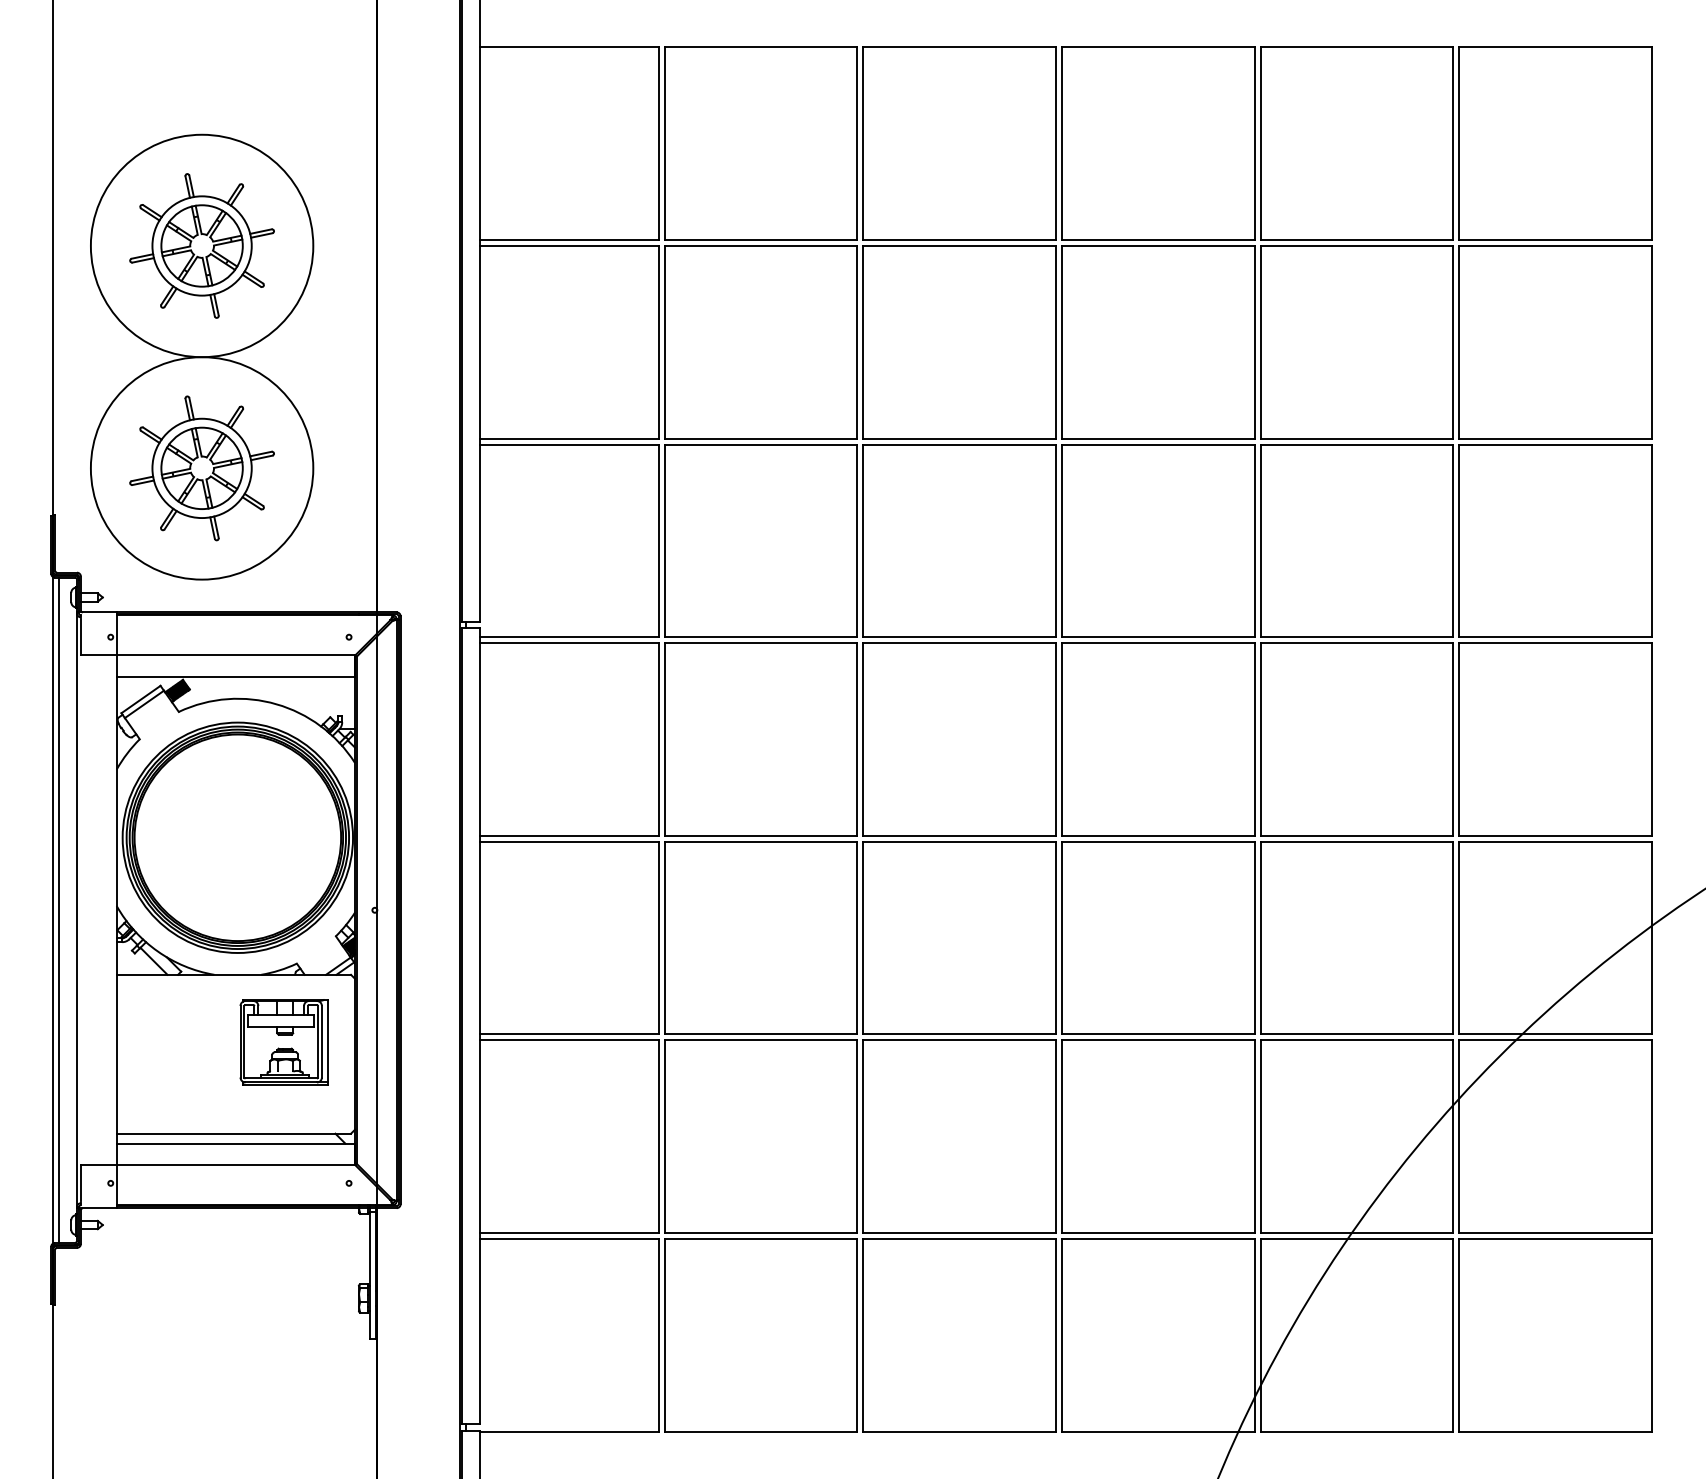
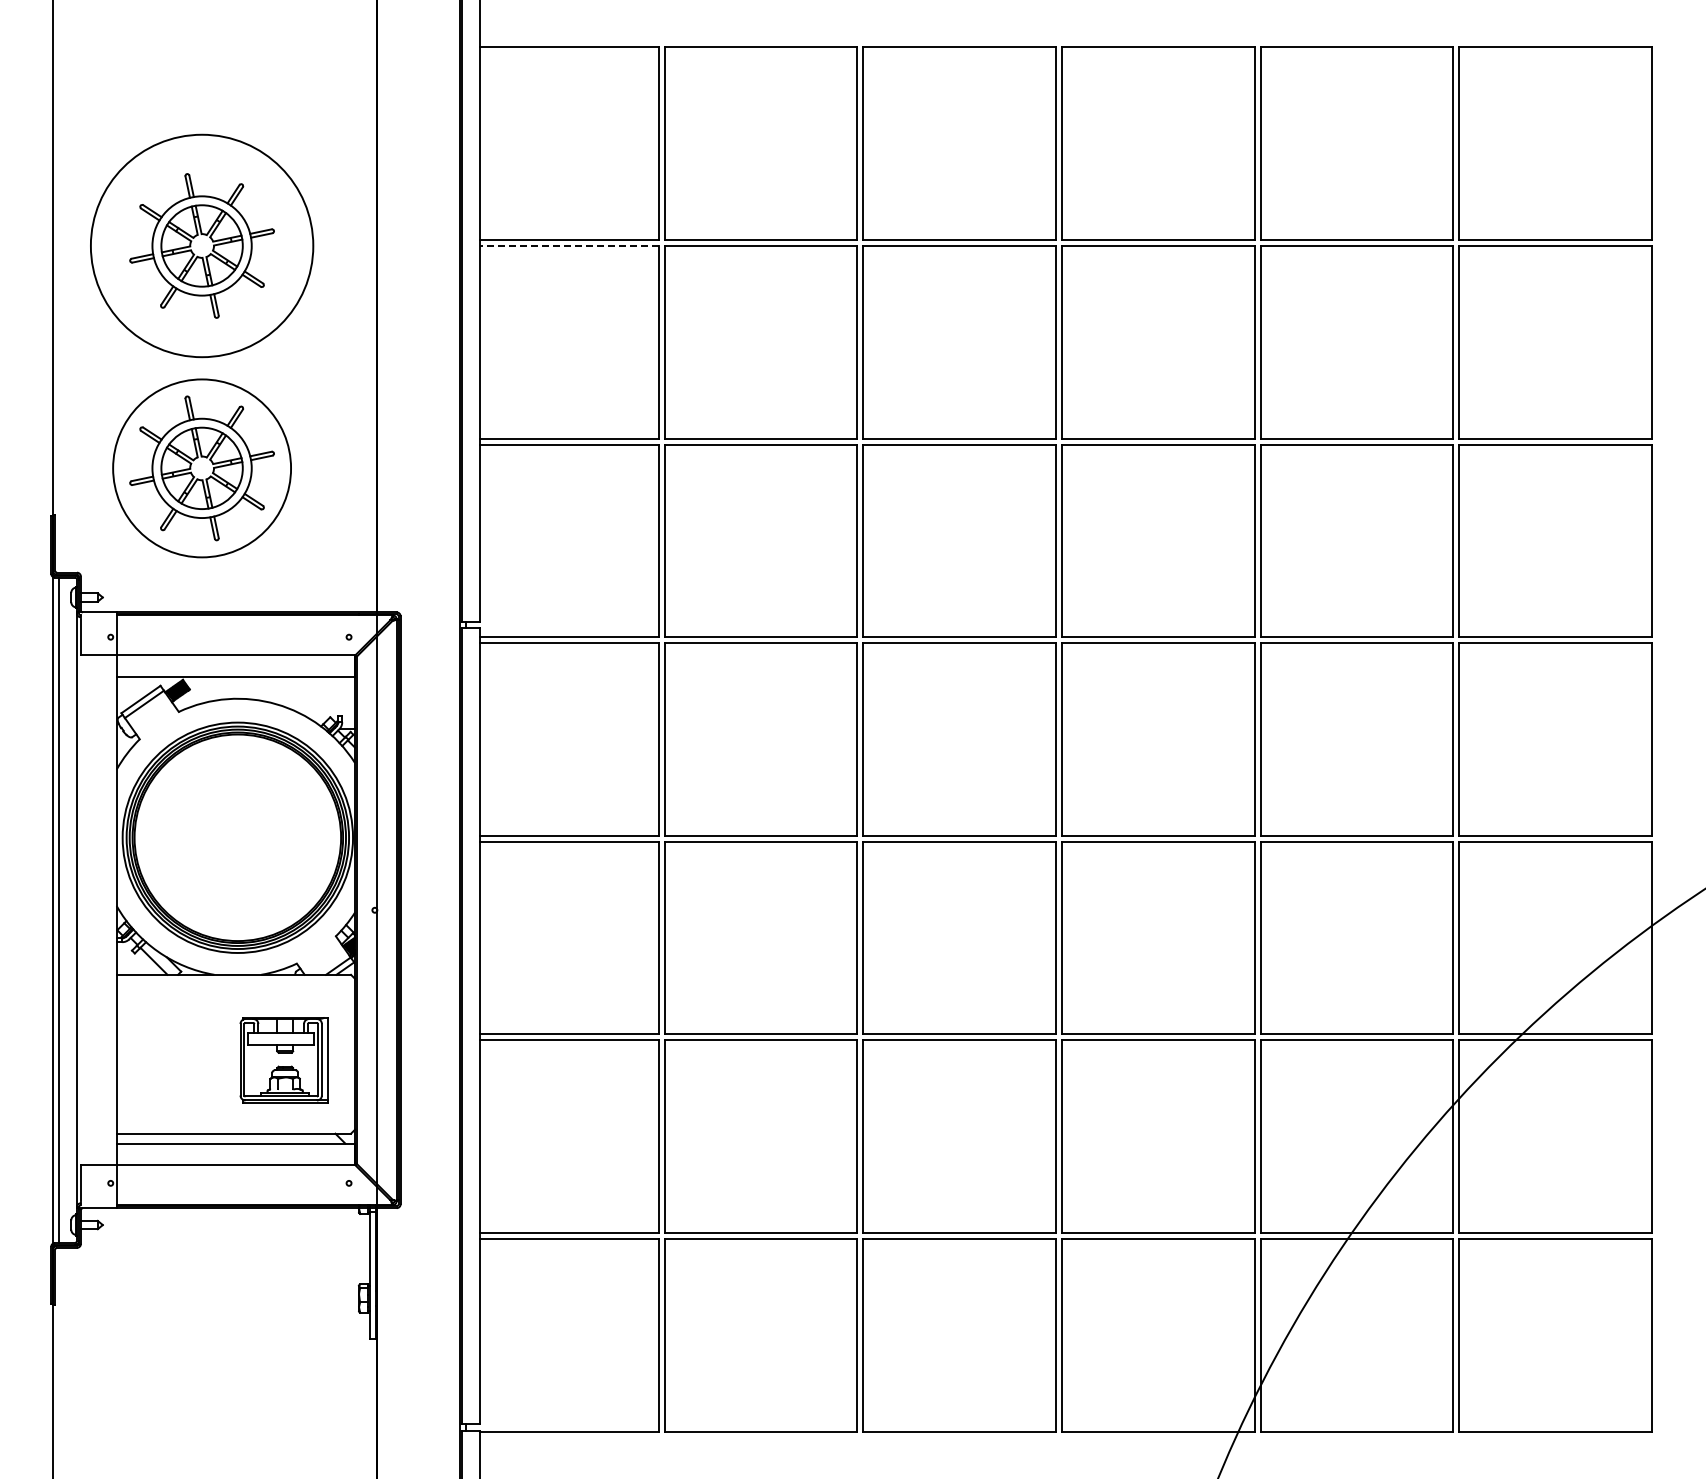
line at (569, 245): solid -> dashed
circle at (201, 468) diameter: 222 px -> 178 px
part at (283, 1042) position: (283, 1042) -> (283, 1060)
